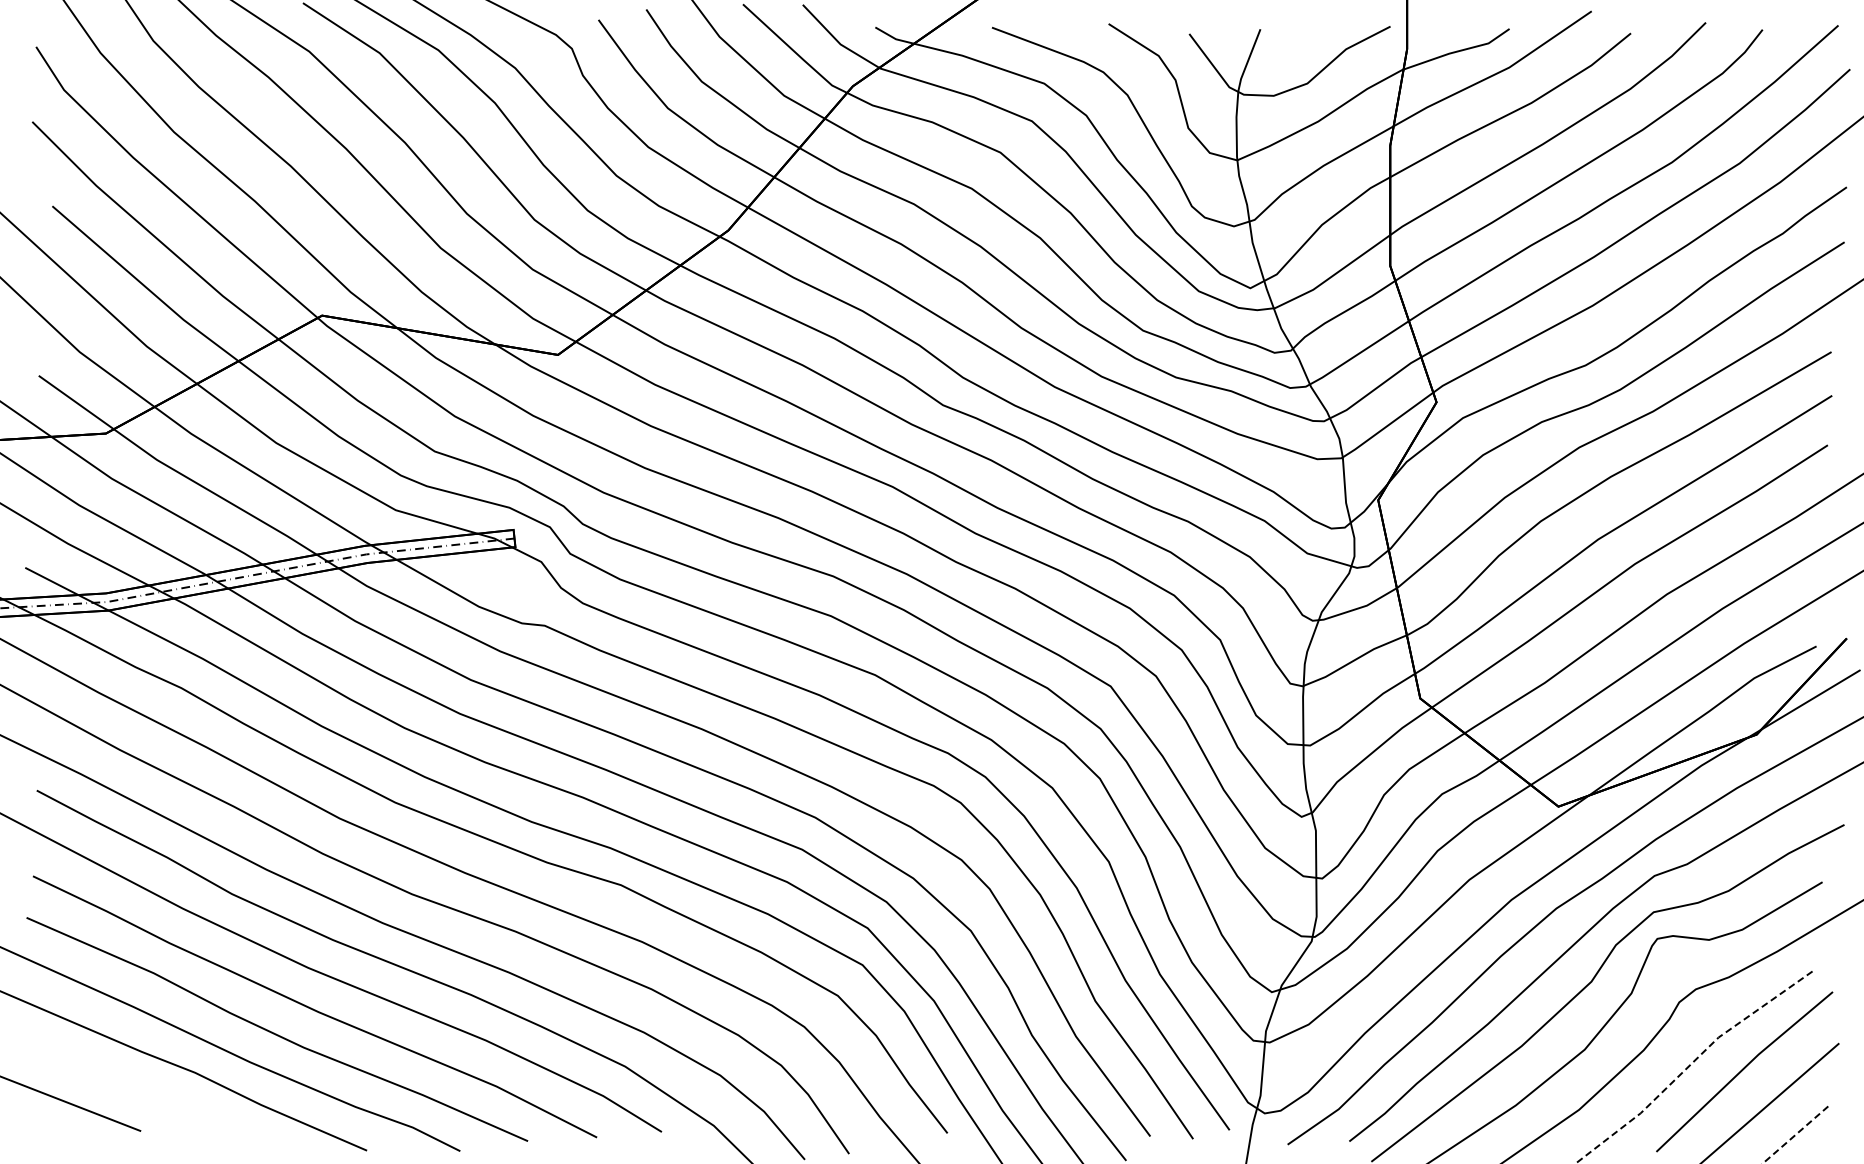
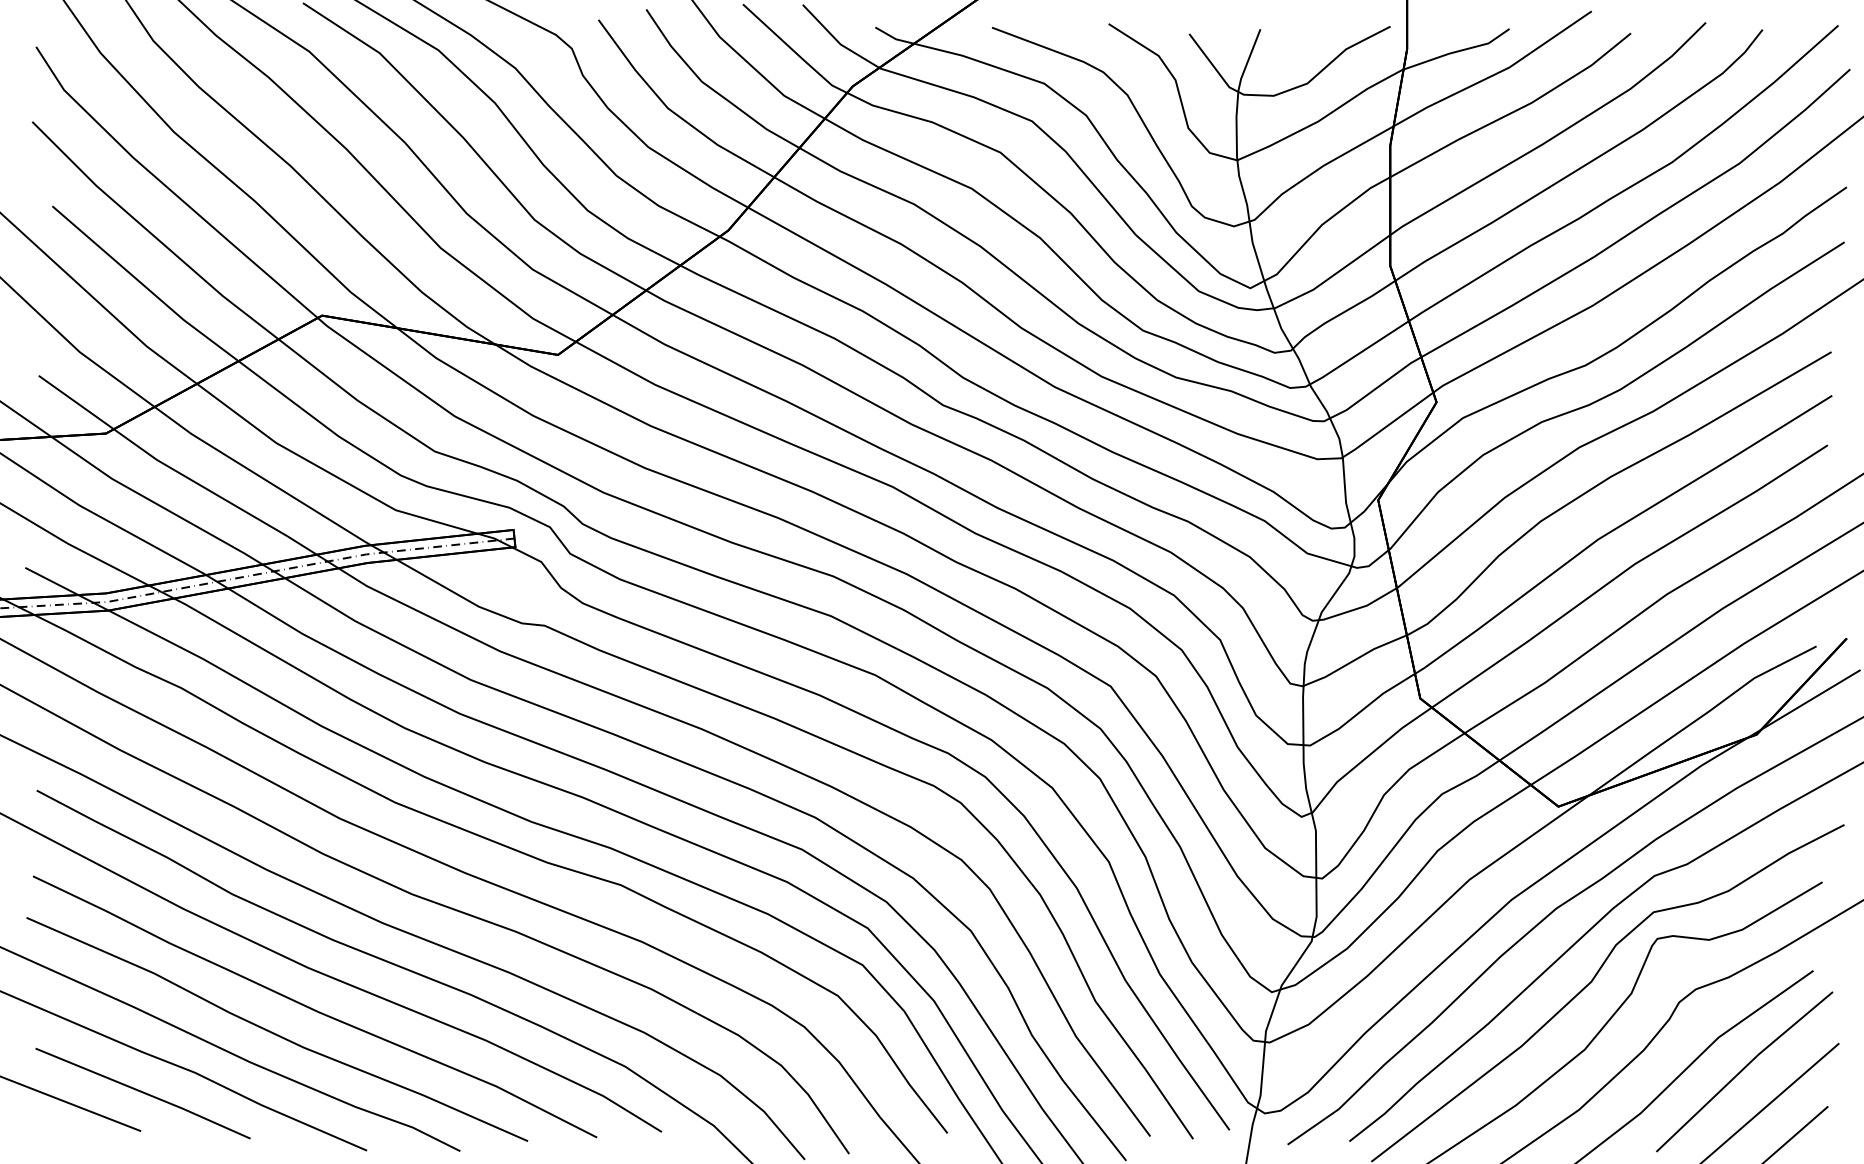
line at (1692, 1063): dashed -> solid
line at (142, 1093): none -> present
line at (1795, 1135): dashed -> solid
